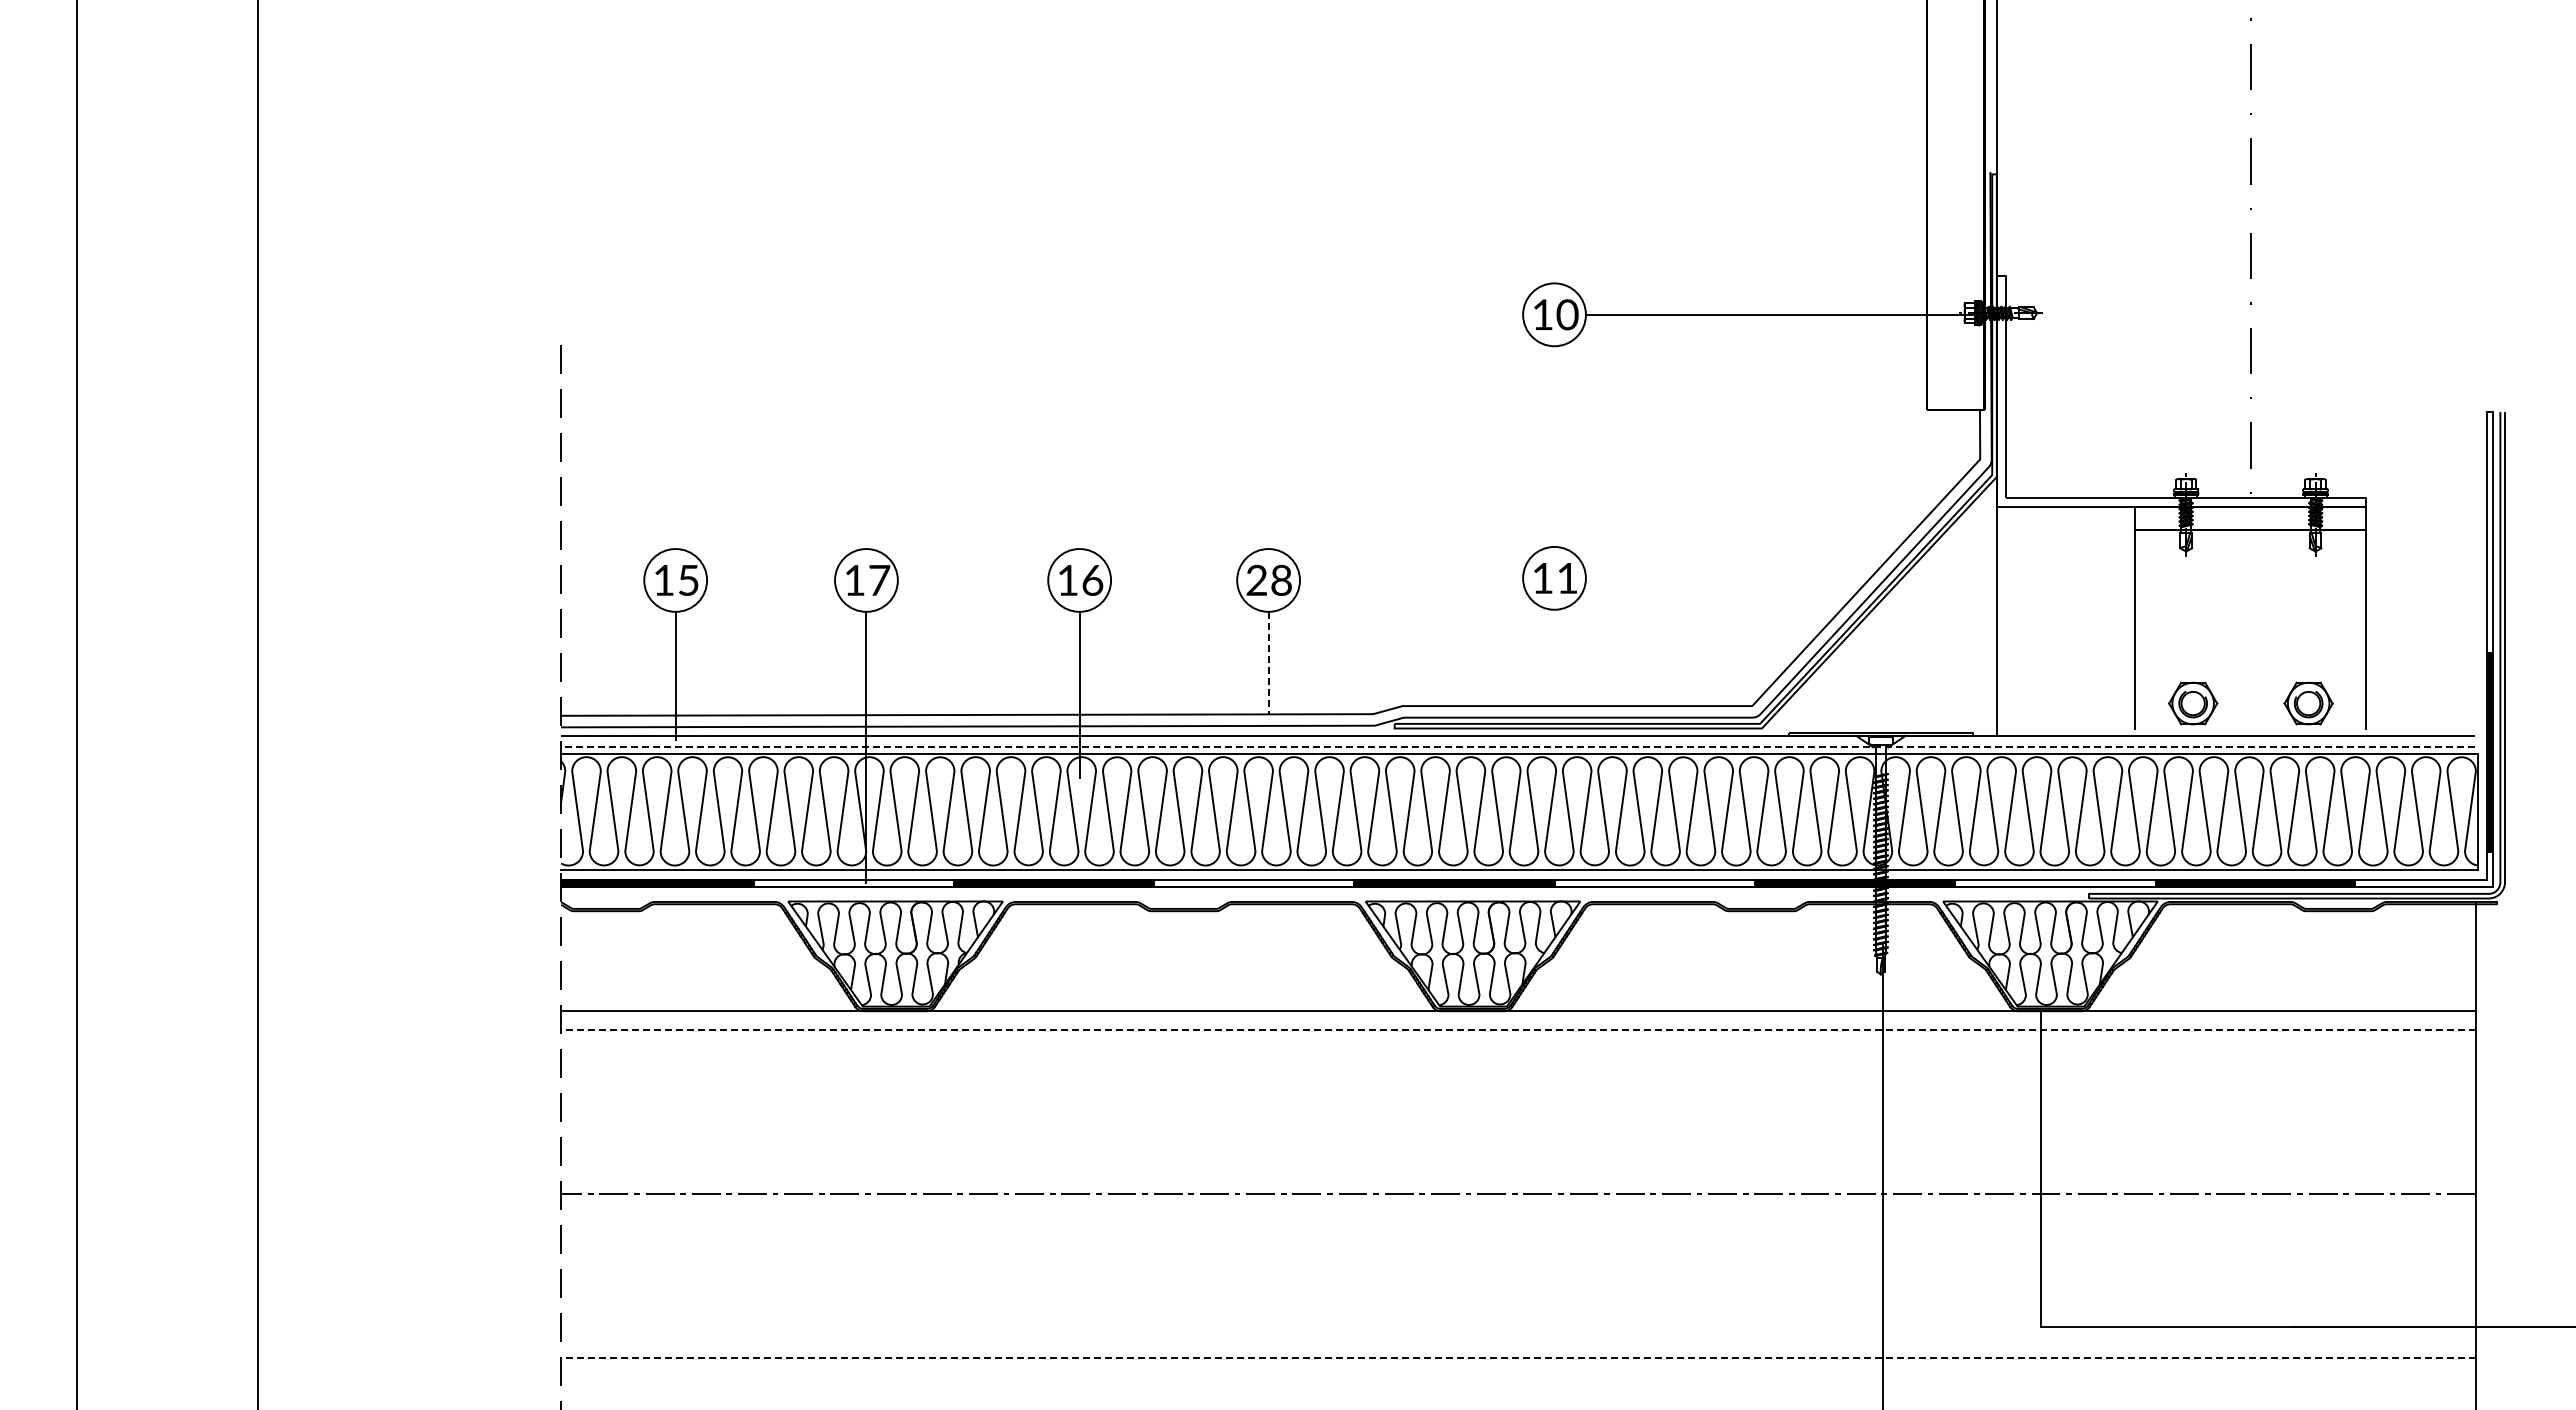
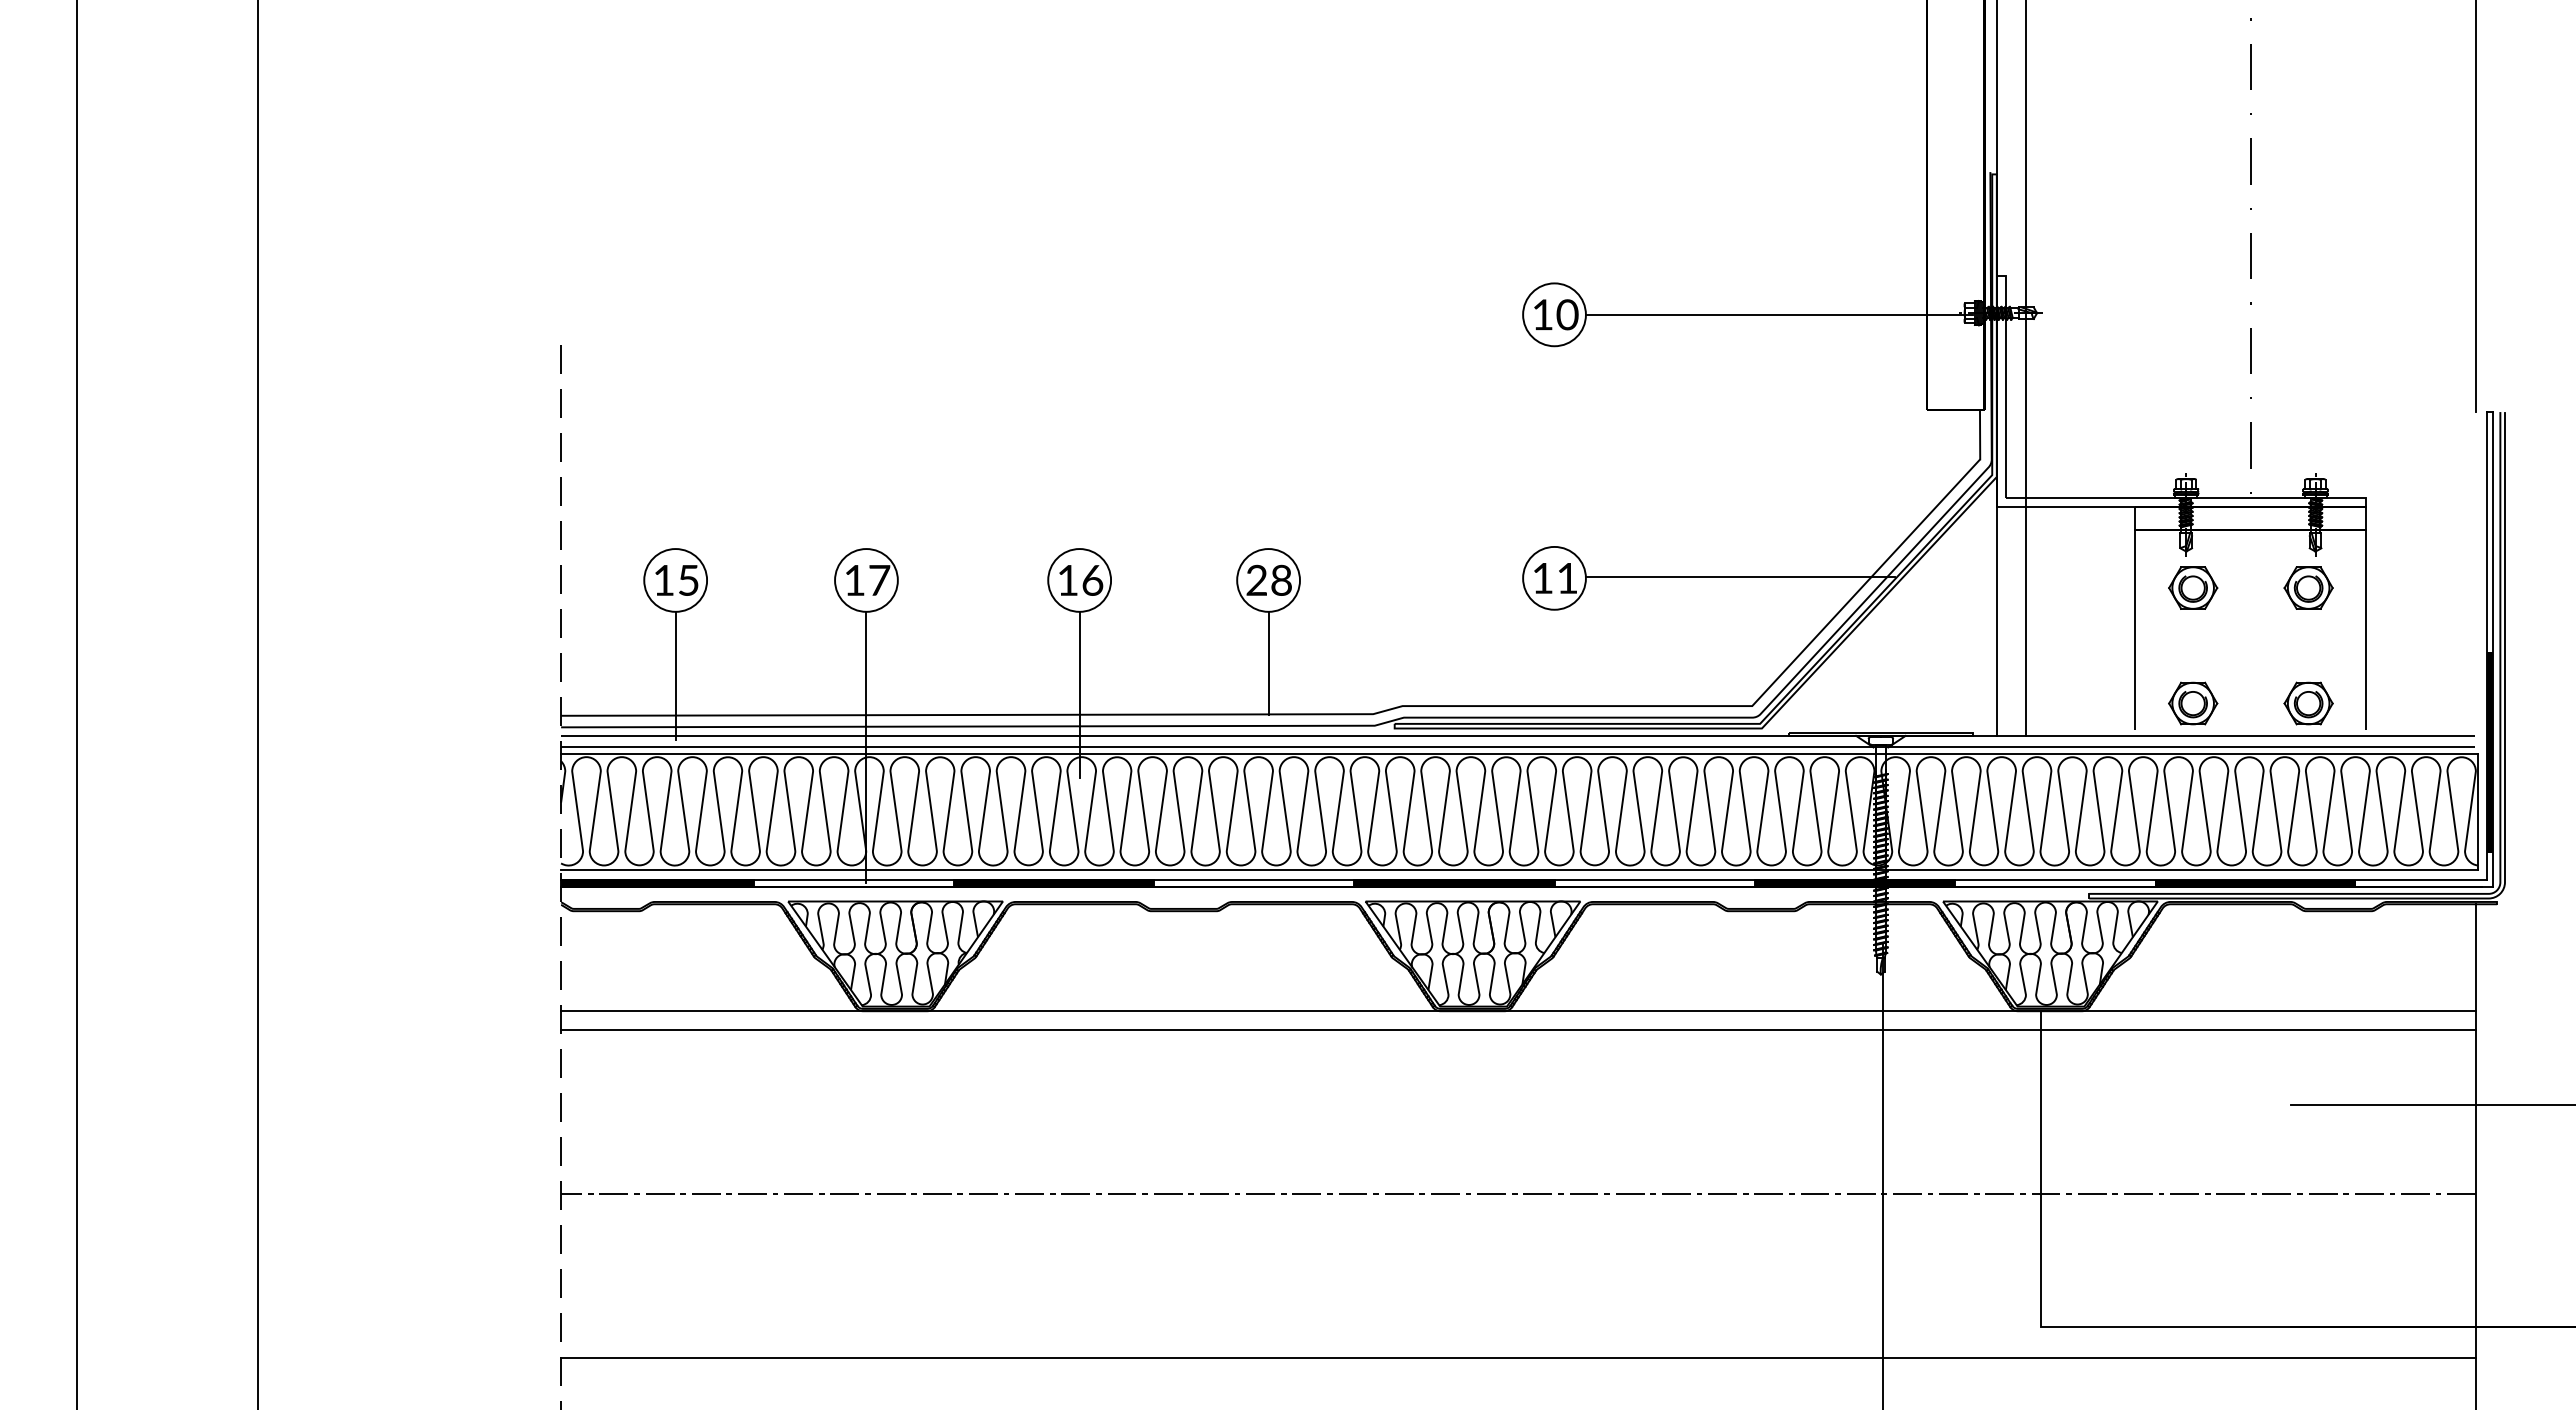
line at (2476, 207): none -> present
line at (2025, 368): none -> present
line at (1739, 577): none -> present
part at (2193, 587): none -> present
part at (2308, 587): none -> present
line at (1268, 663): dashed -> solid
line at (1517, 747): dashed -> solid
line at (1518, 1029): dashed -> solid
line at (2431, 1105): none -> present
line at (1518, 1357): dashed -> solid
